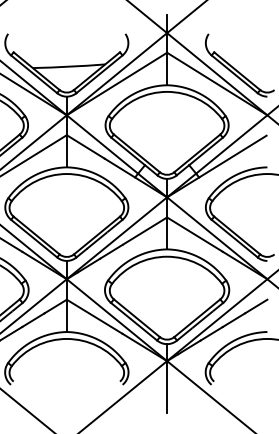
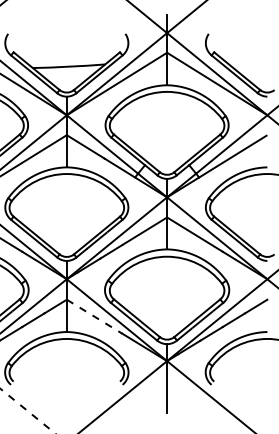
line at (94, 316): solid -> dashed
line at (27, 410): solid -> dashed
